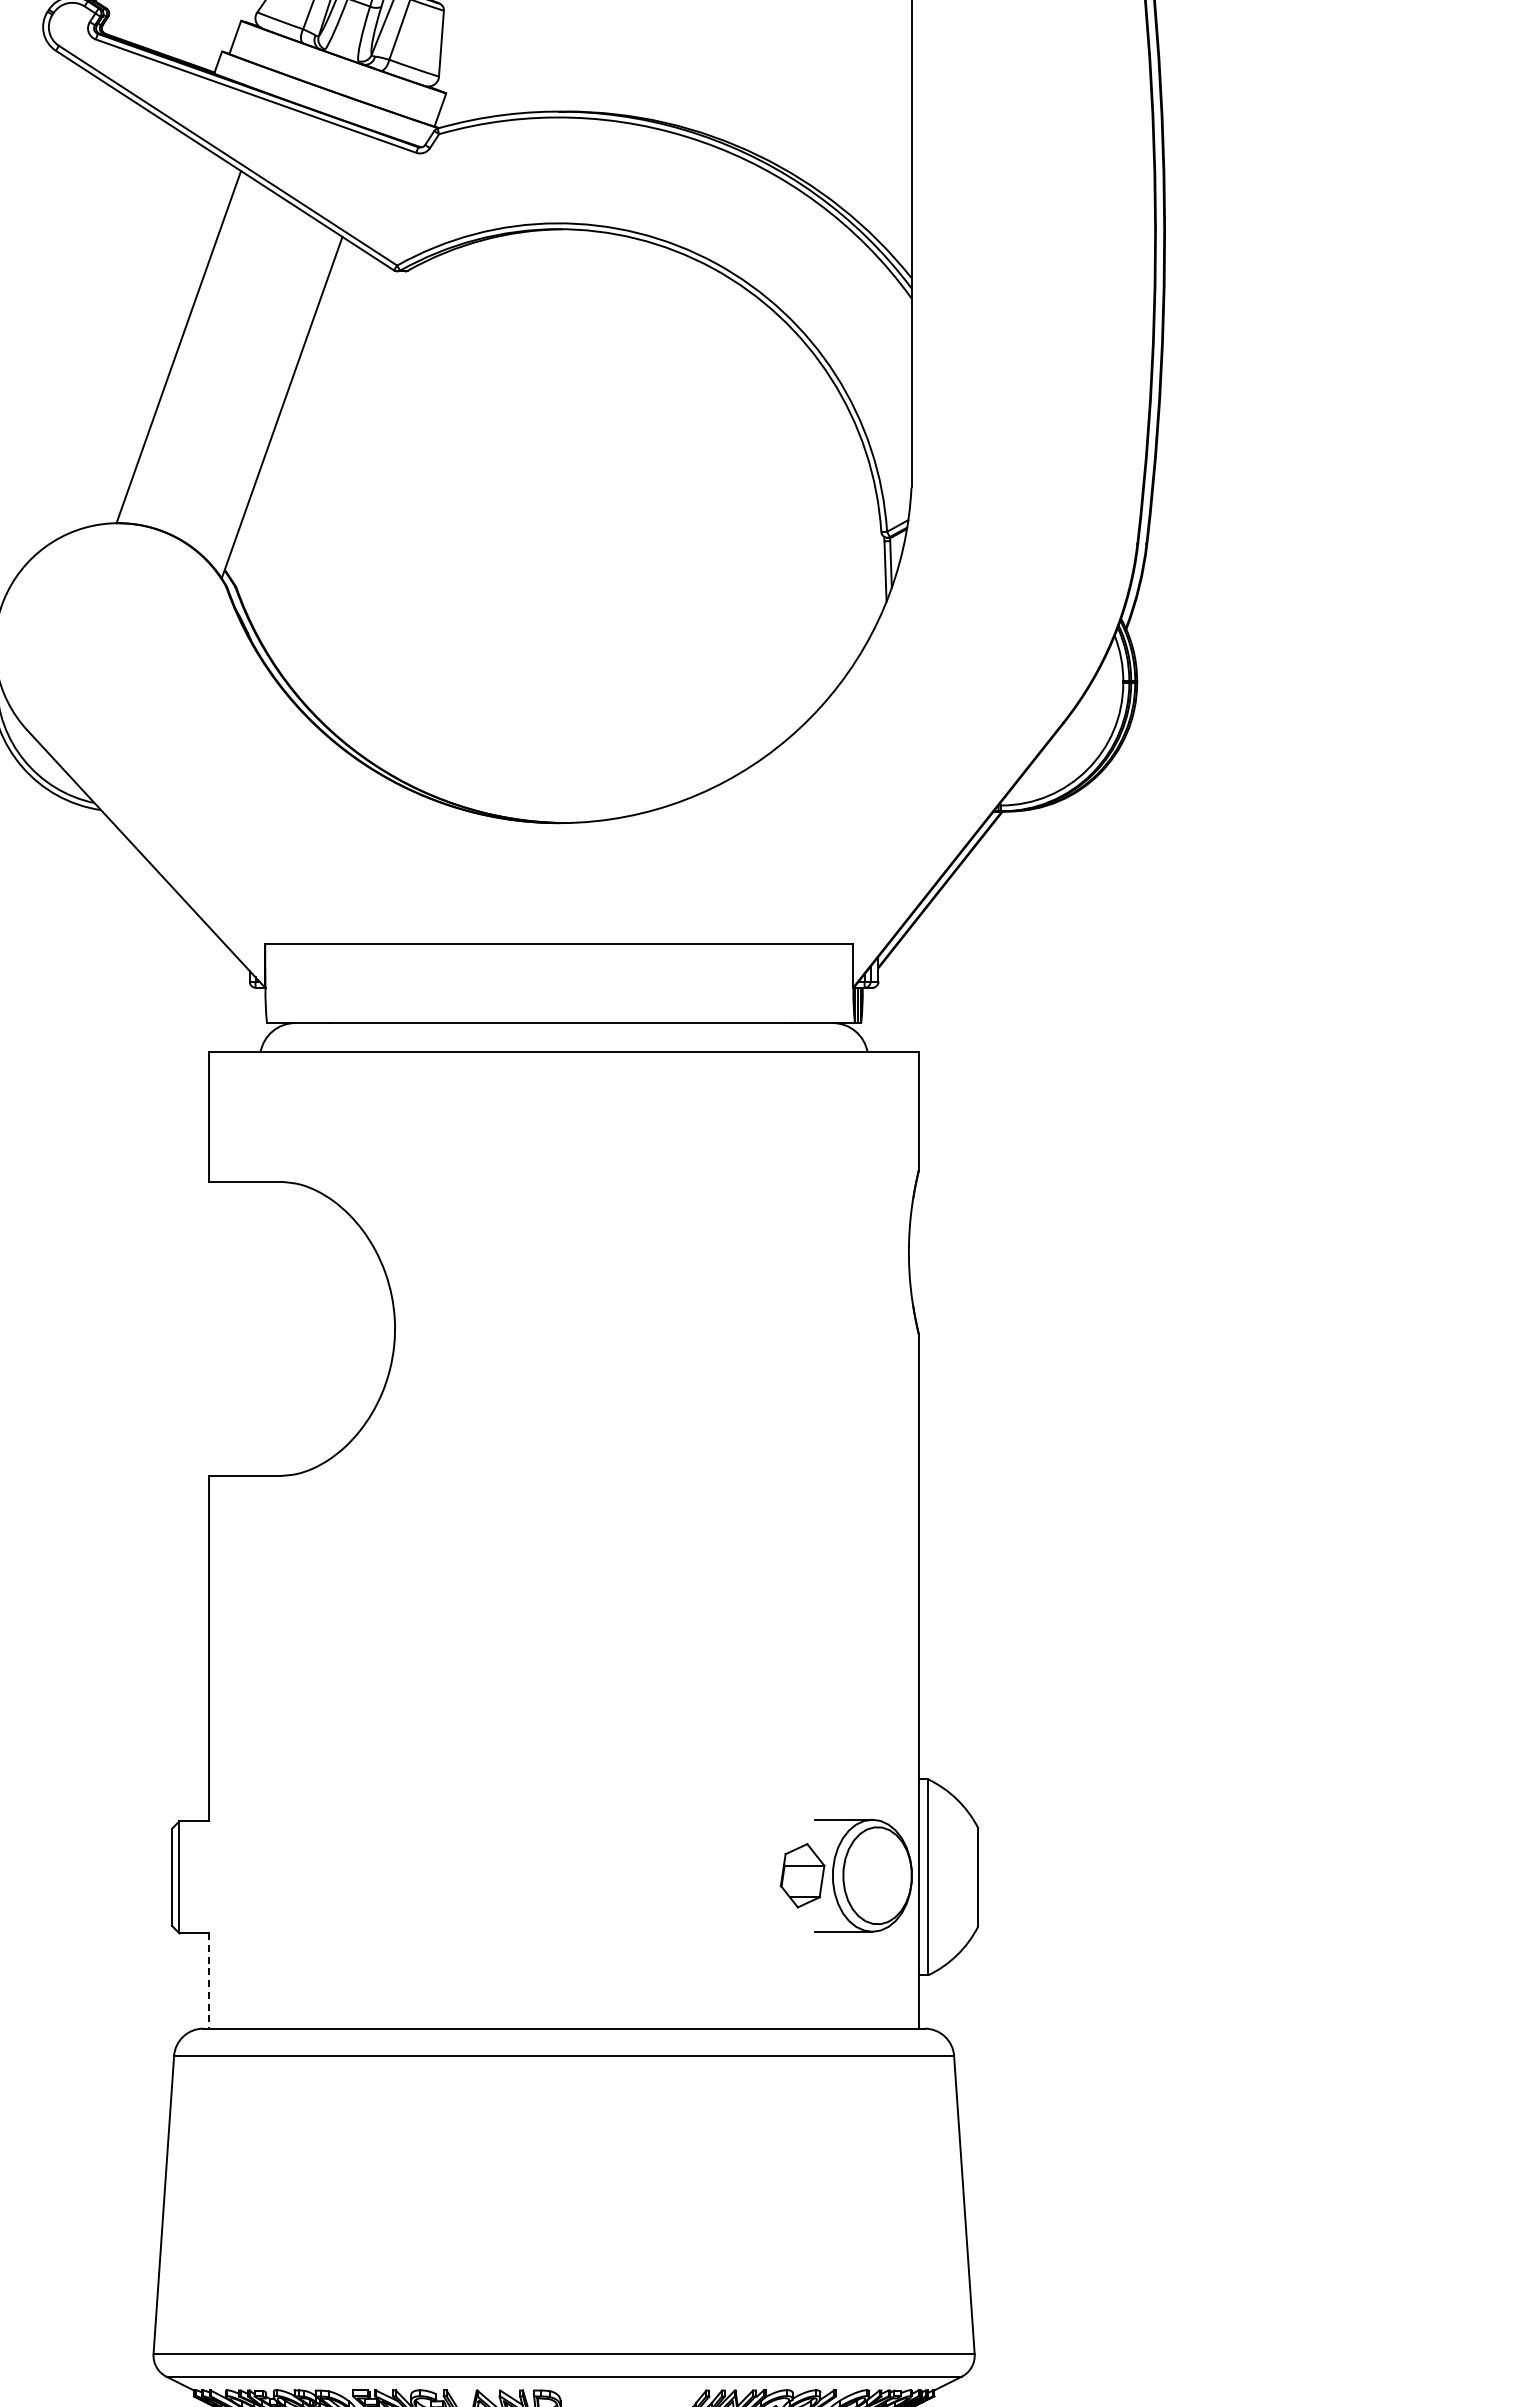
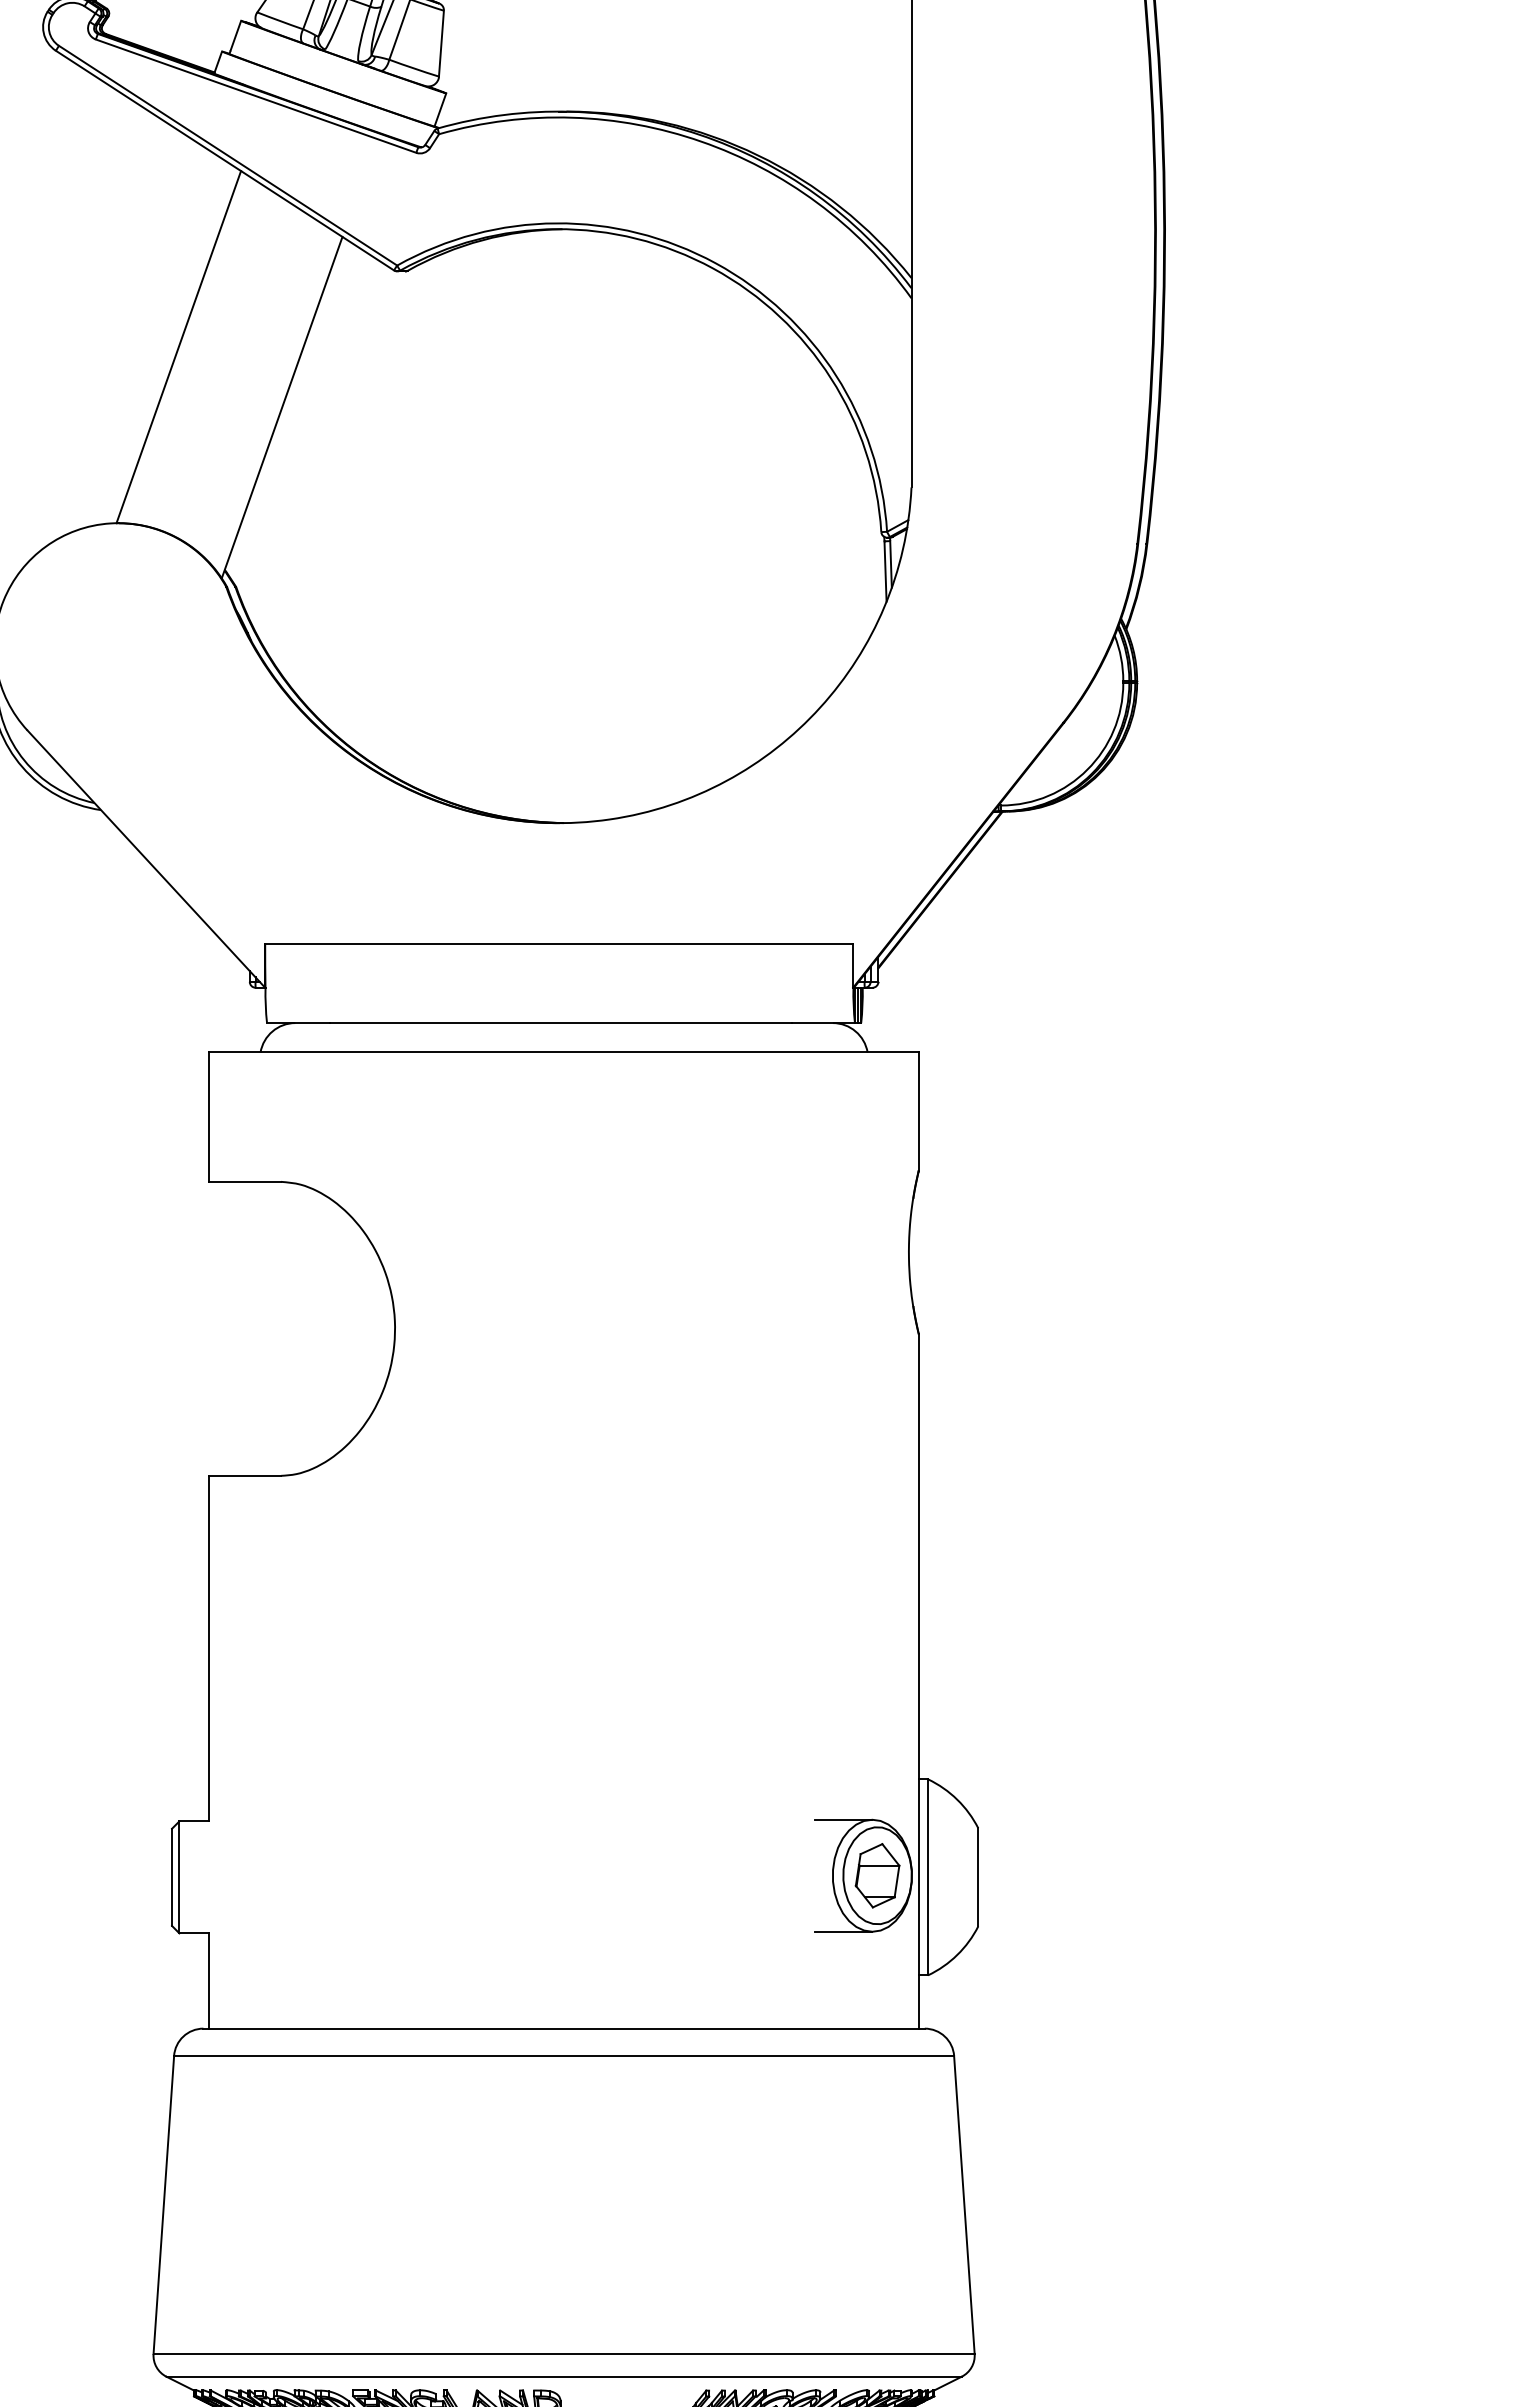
part at (802, 1875) position: (802, 1875) -> (877, 1875)
line at (209, 1981): dashed -> solid
